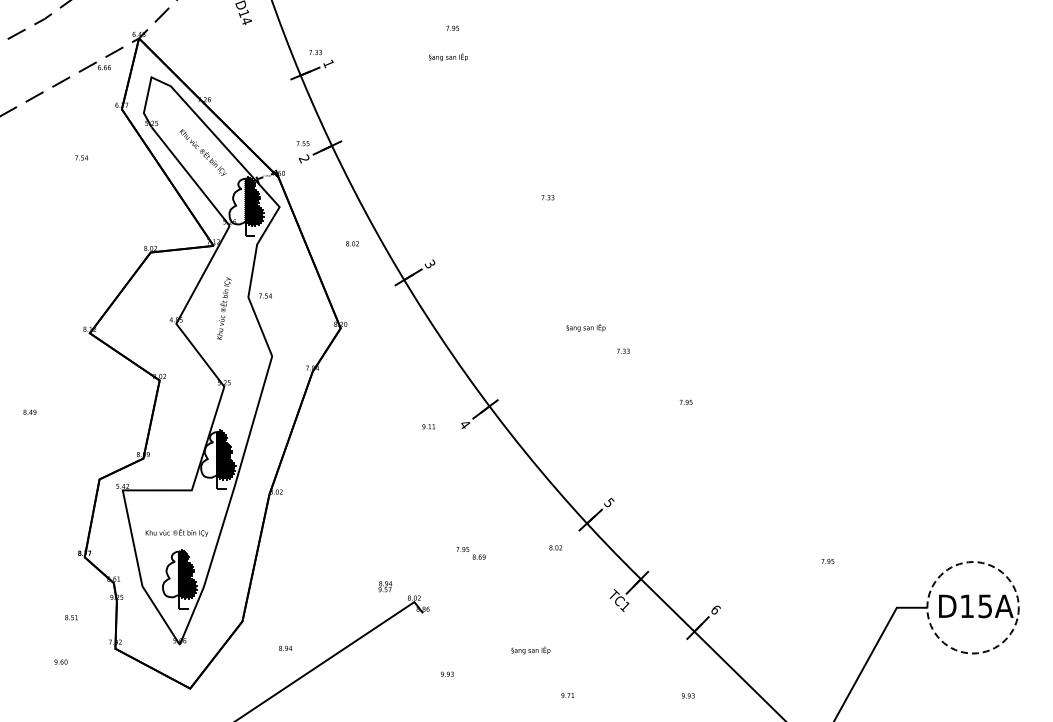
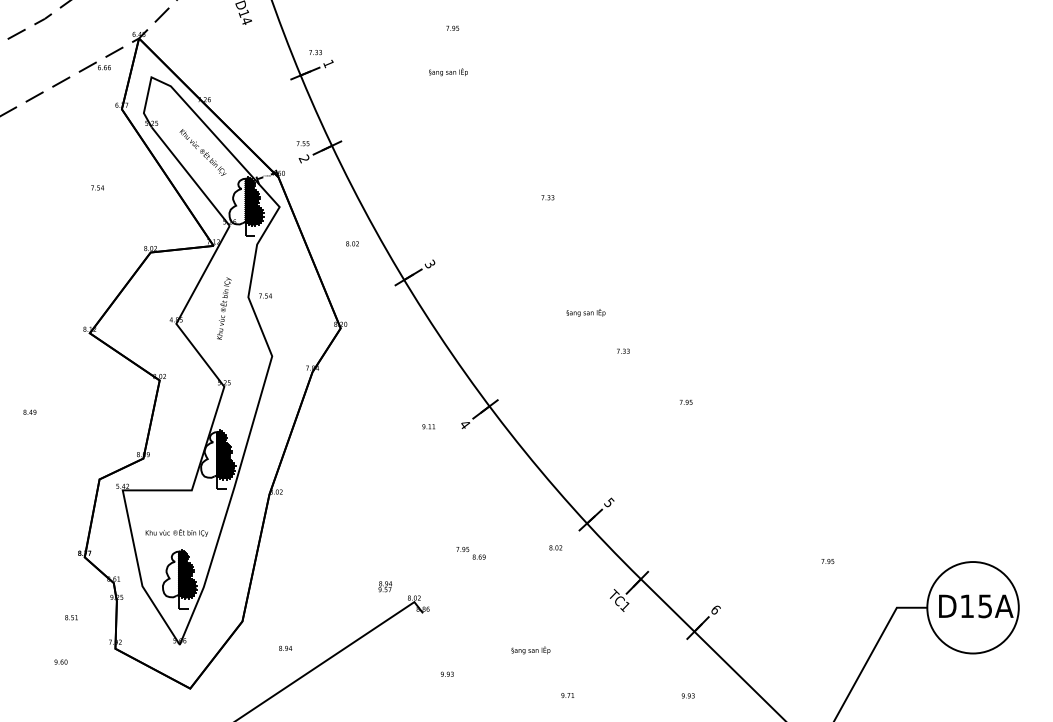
text at (448, 57) position: (448, 57) -> (448, 72)
text at (81, 157) position: (81, 157) -> (97, 187)
text at (585, 327) position: (585, 327) -> (585, 312)
circle at (972, 607): dashed -> solid
